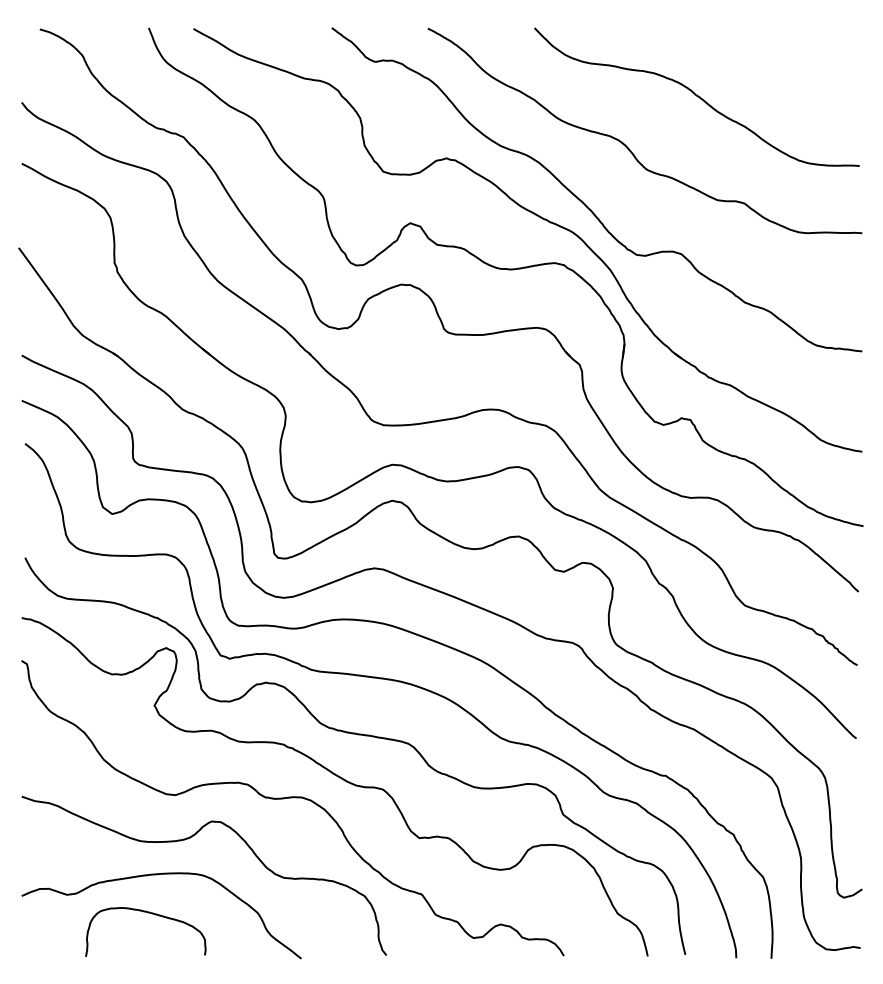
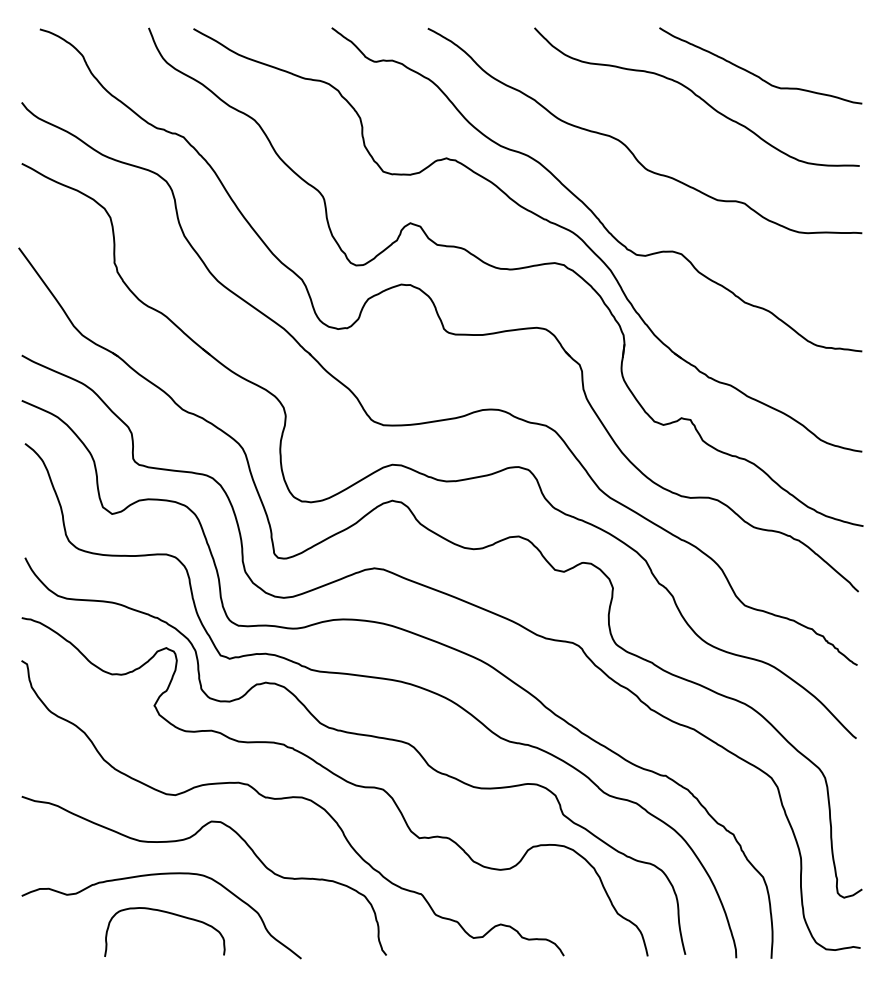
curve at (756, 74): none -> present
curve at (151, 914) position: (151, 914) -> (170, 914)
